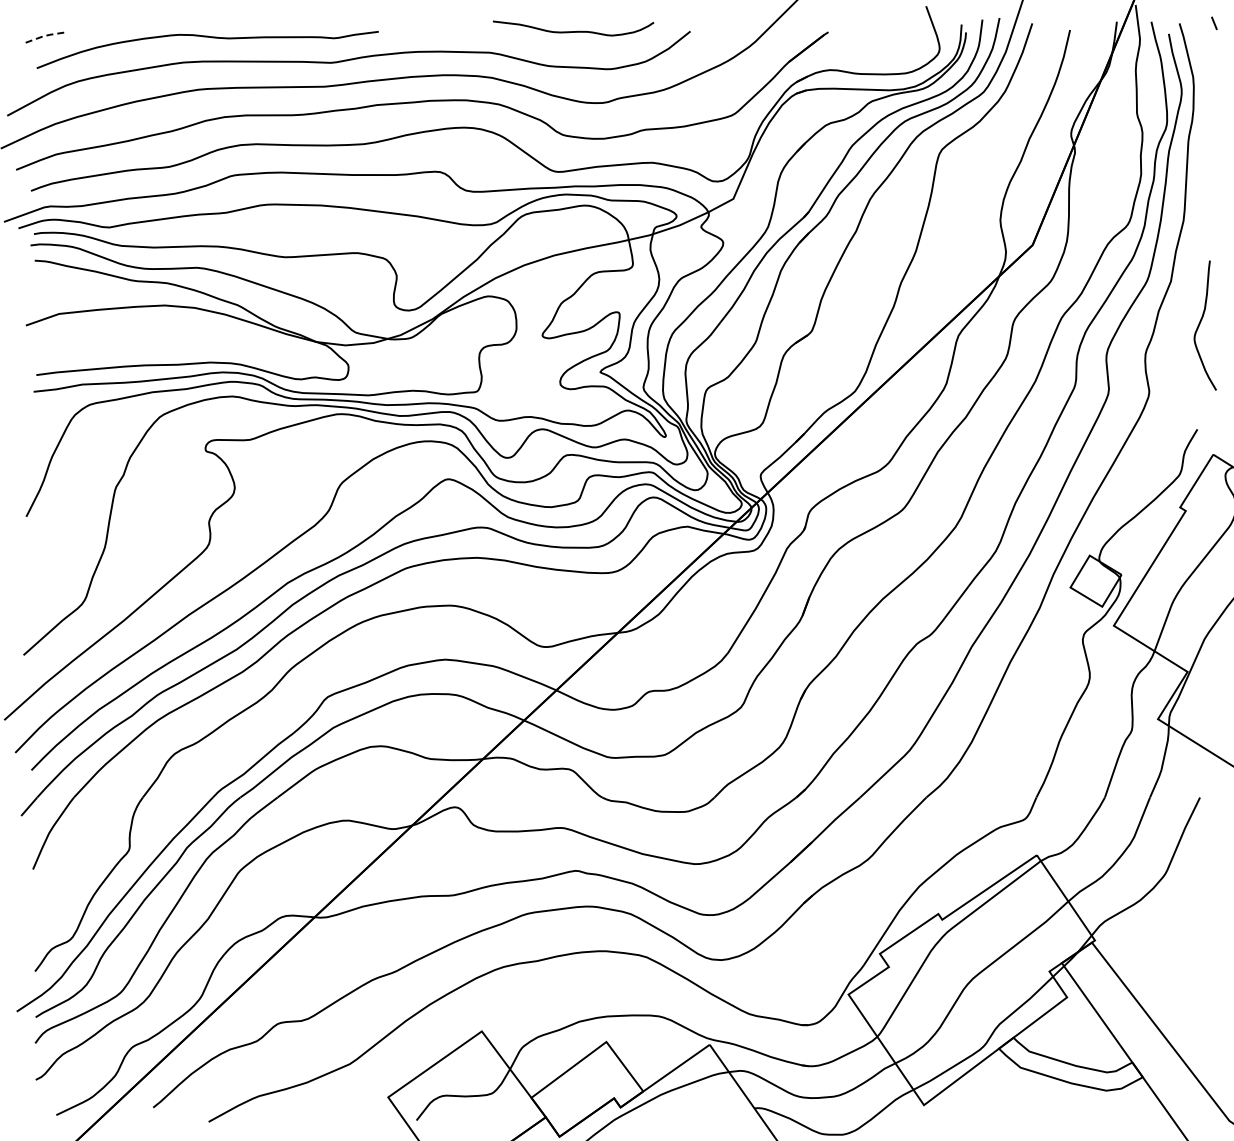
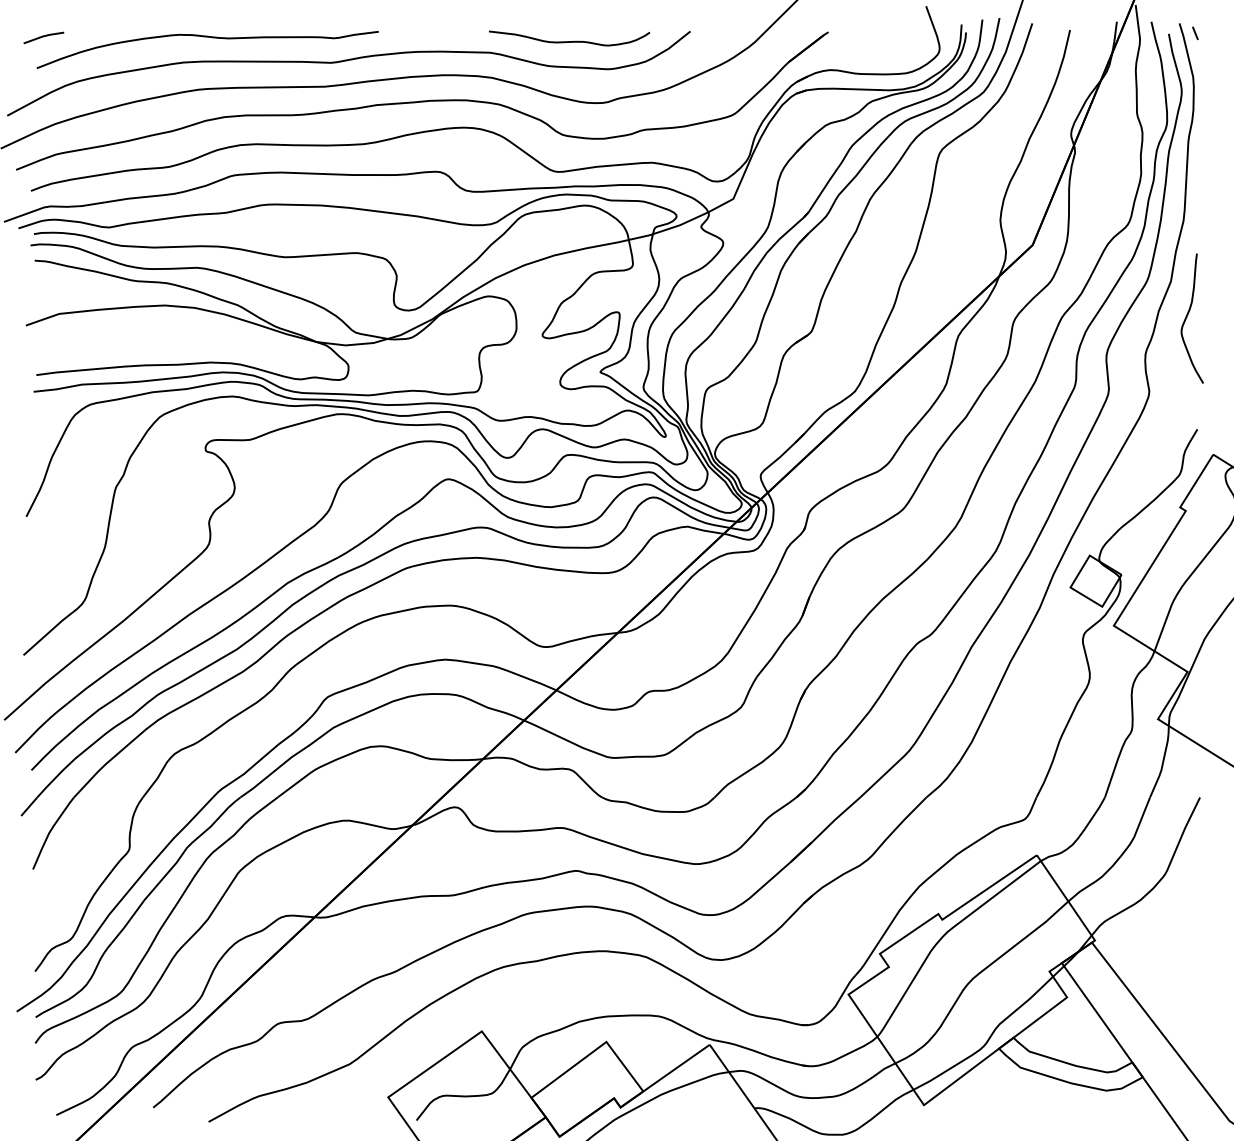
line at (1214, 23) position: (1214, 23) -> (1195, 33)
curve at (573, 31) position: (573, 31) -> (569, 41)
line at (43, 36): dashed -> solid
curve at (1200, 324) position: (1200, 324) -> (1187, 317)
